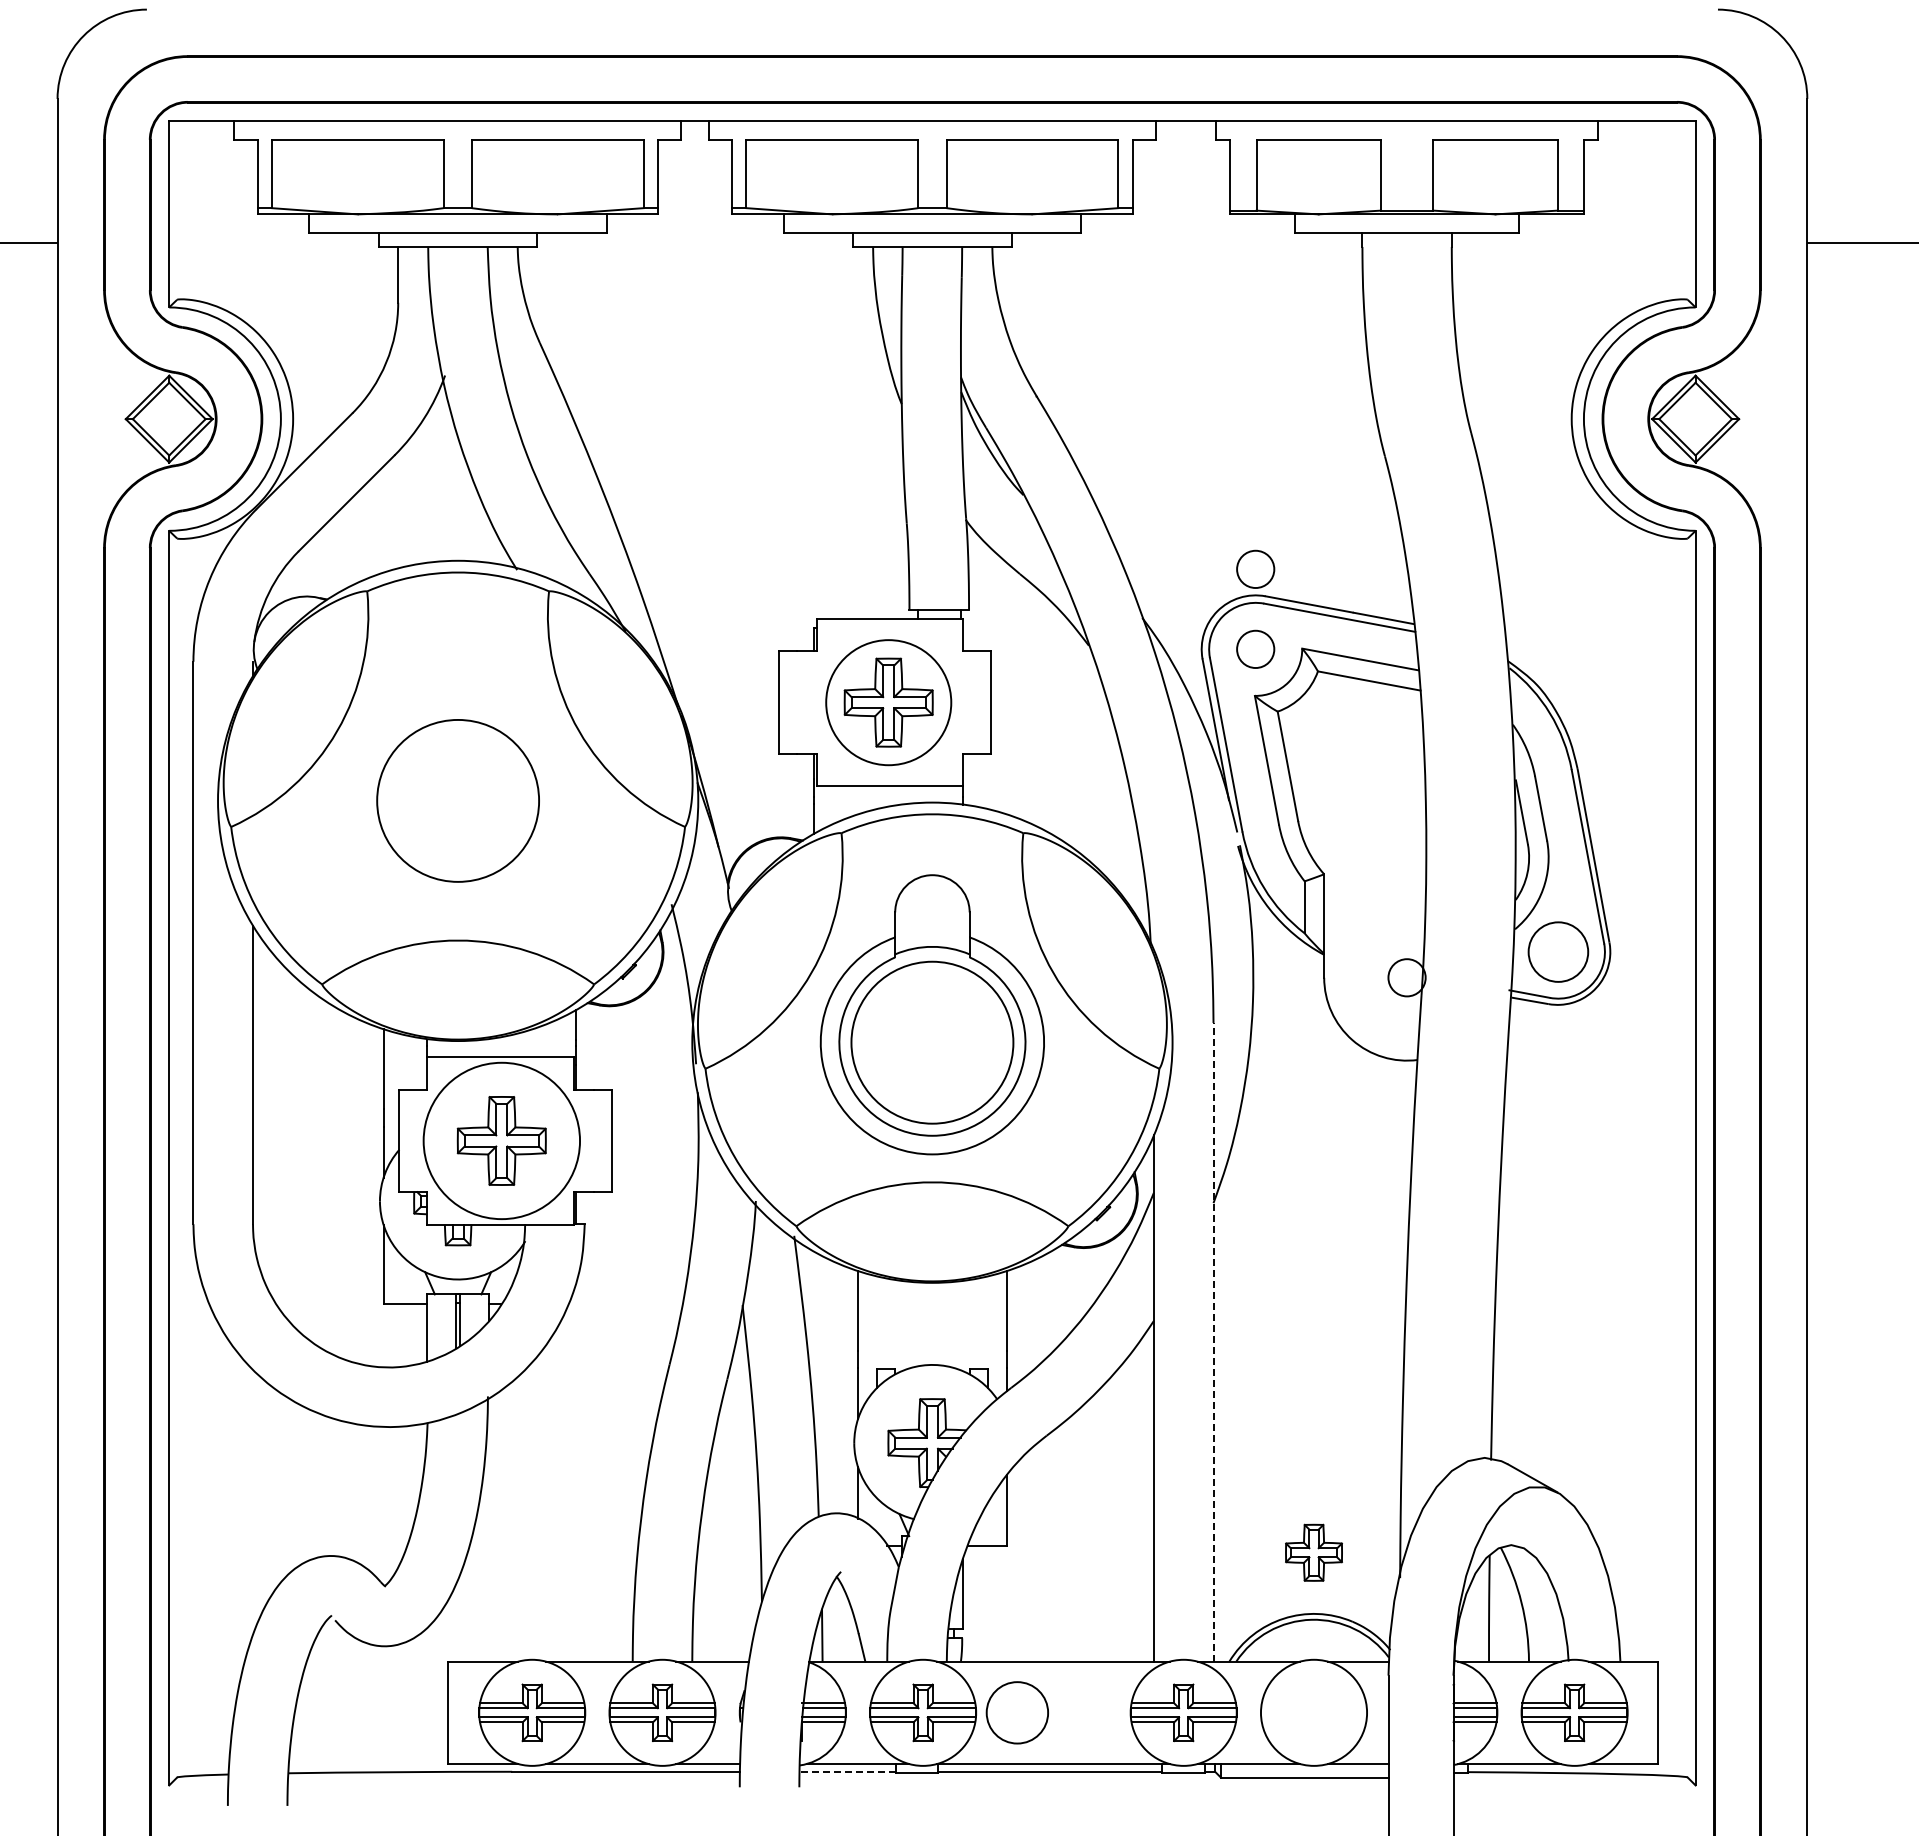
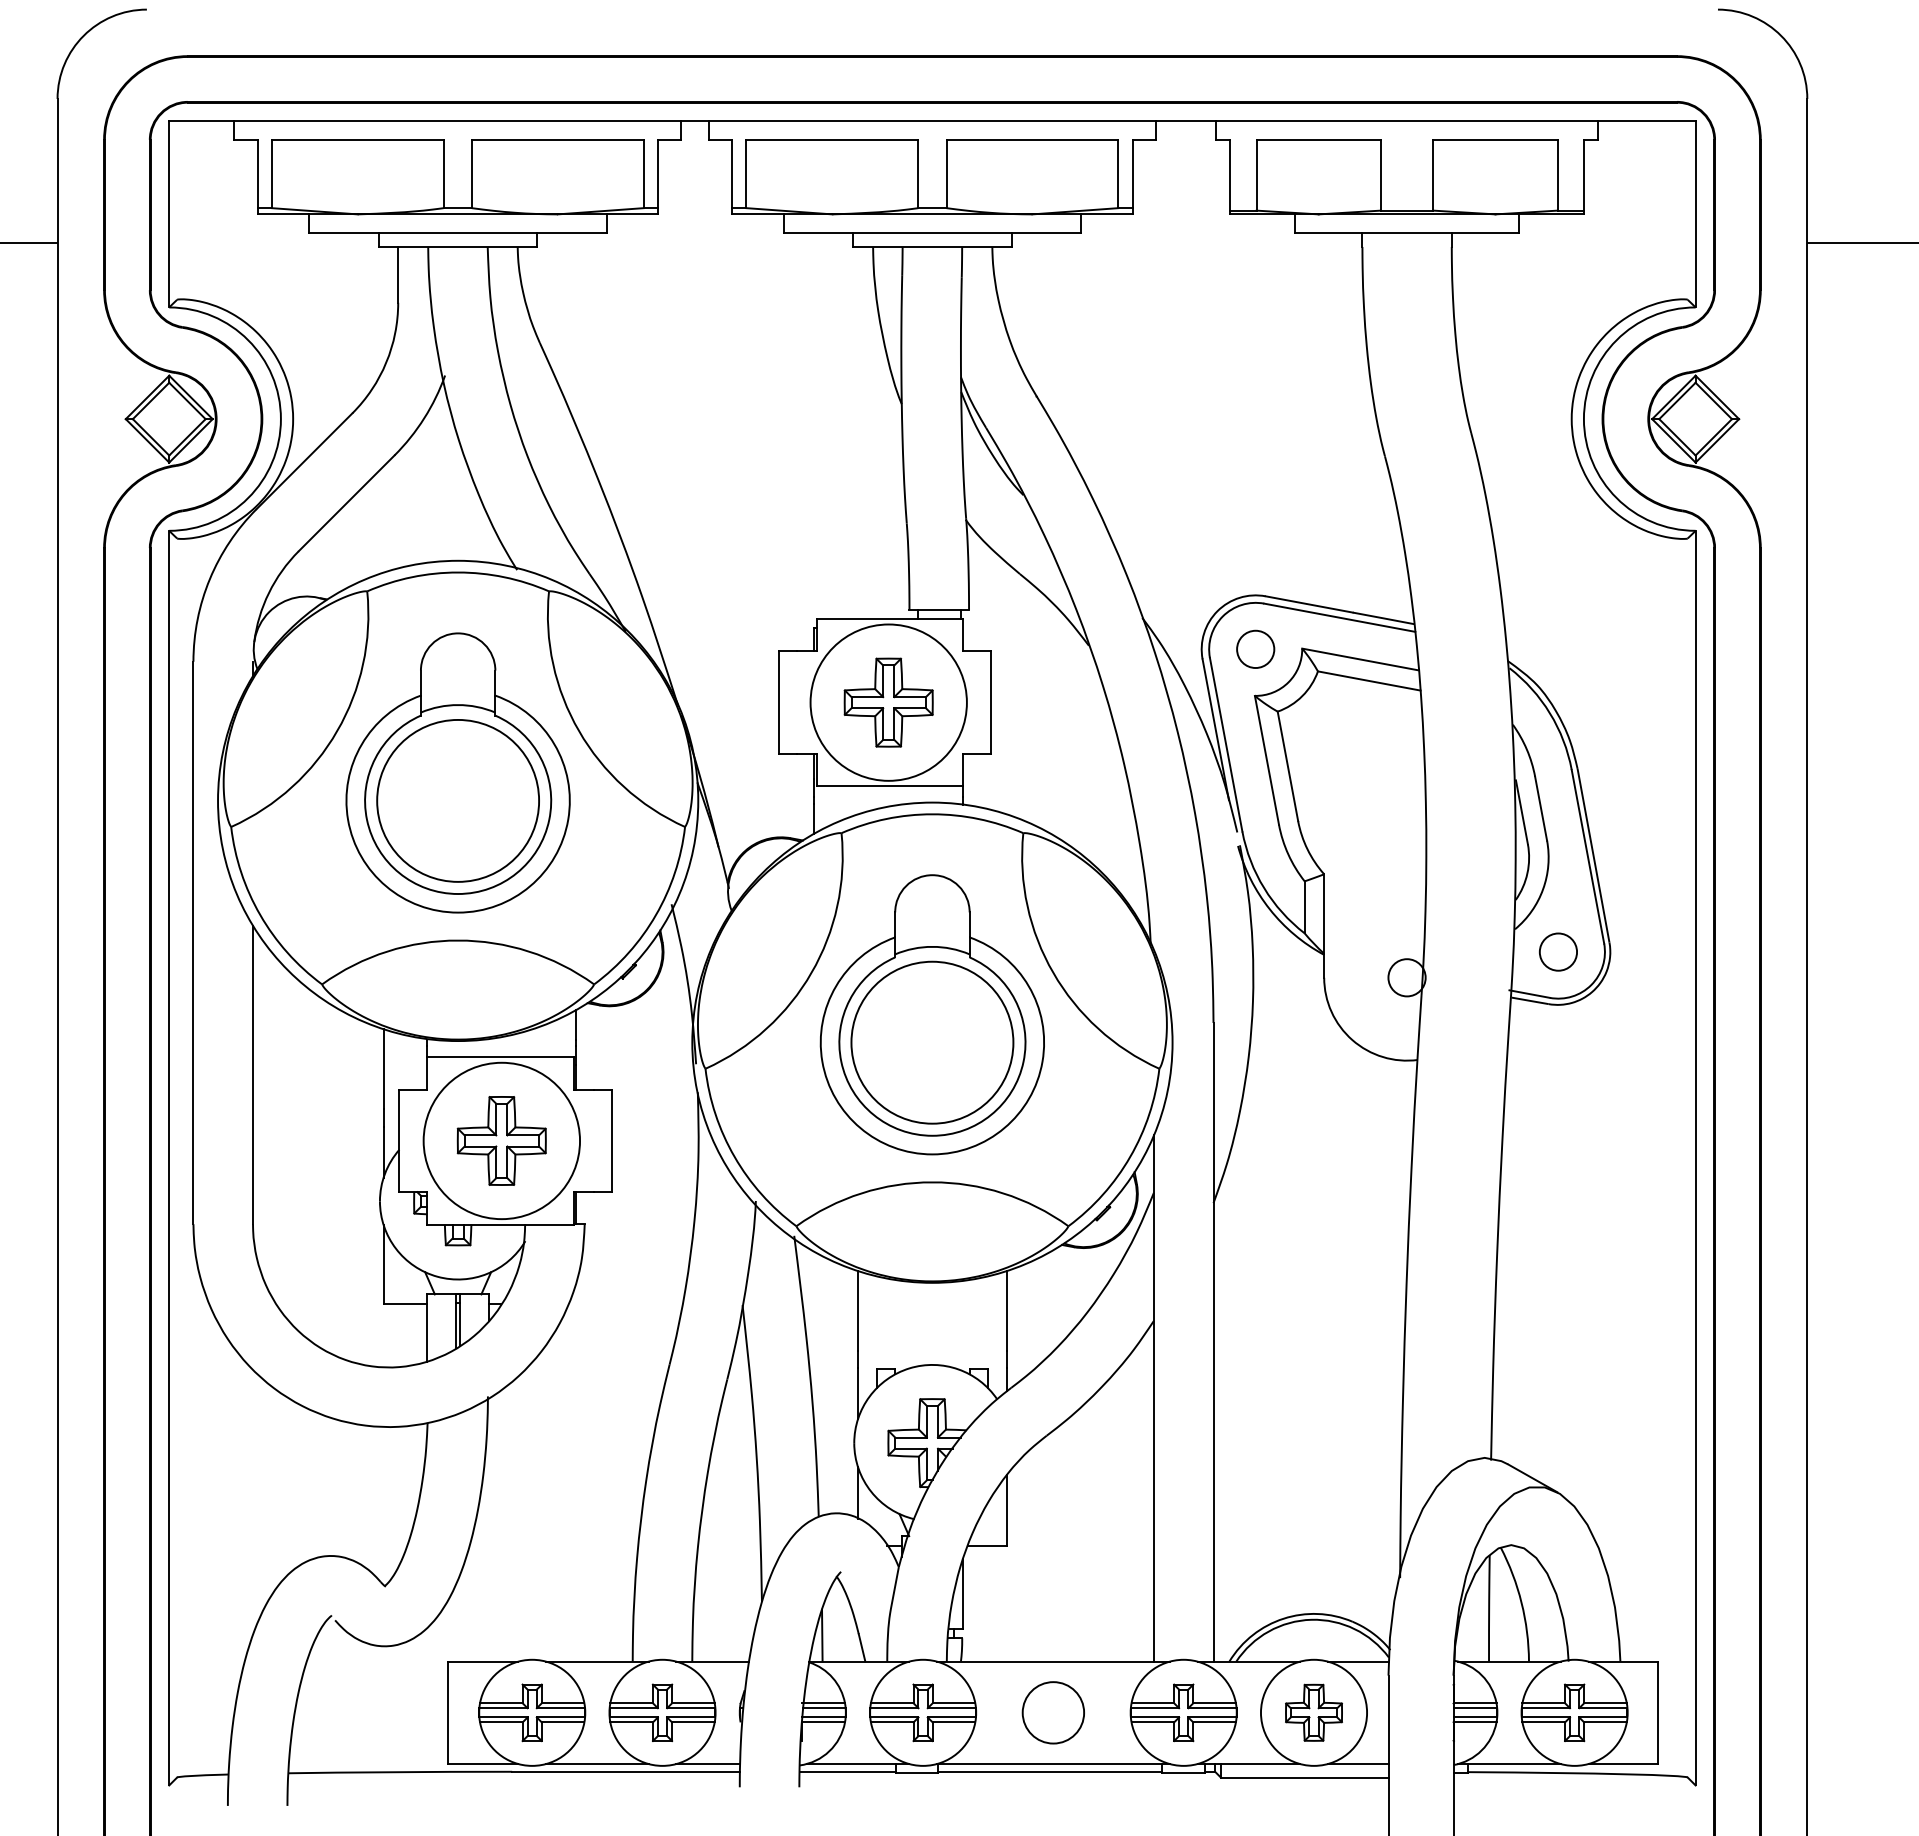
circle at (1255, 568): present -> none
circle at (888, 702) diameter: 125 px -> 156 px
part at (457, 772): none -> present
circle at (1558, 951) diameter: 60 px -> 37 px
line at (1213, 1341): dashed -> solid
part at (1313, 1552) position: (1313, 1552) -> (1313, 1712)
circle at (1016, 1712) position: (1016, 1712) -> (1052, 1712)
line at (847, 1771): dashed -> solid
